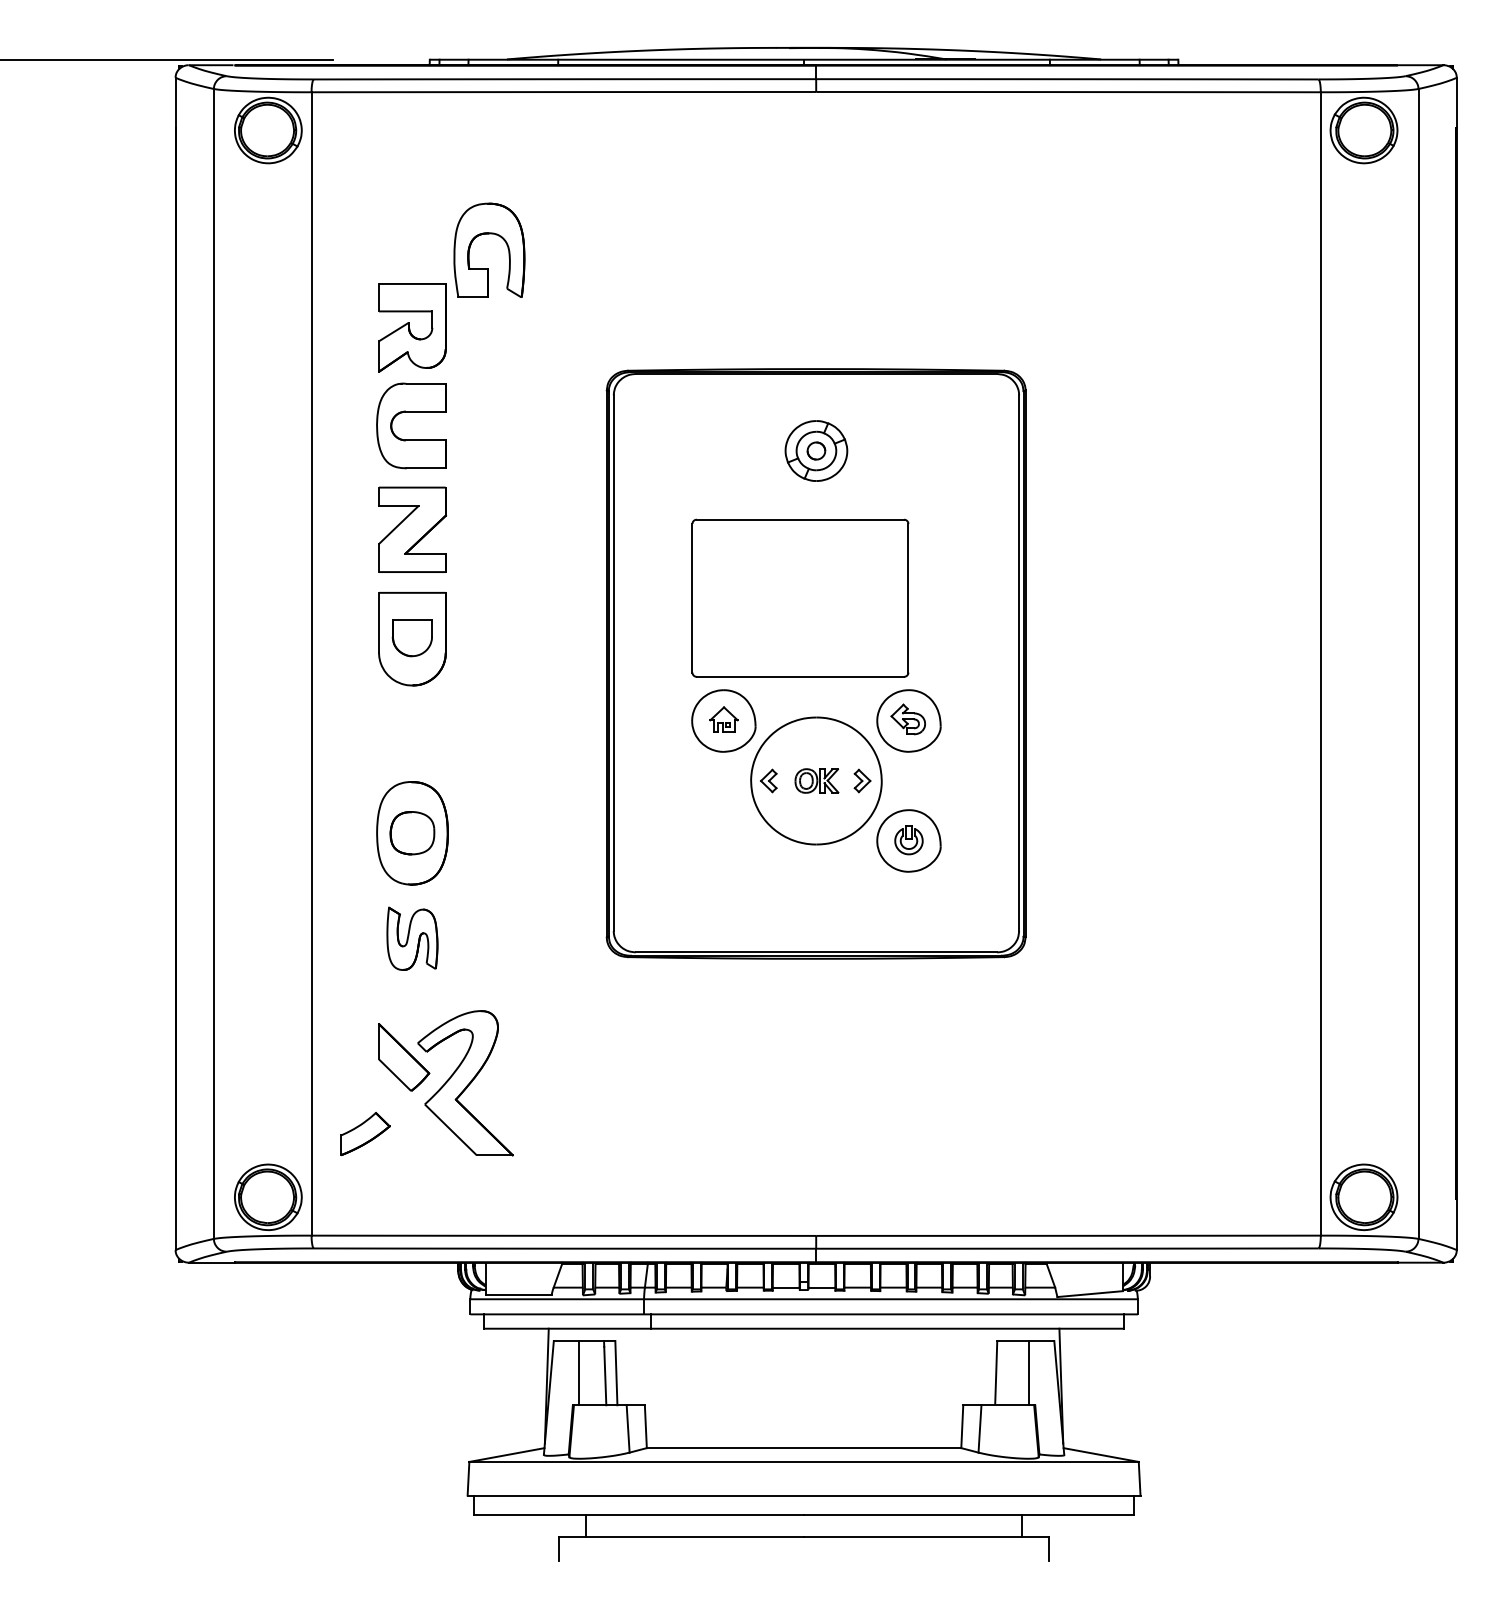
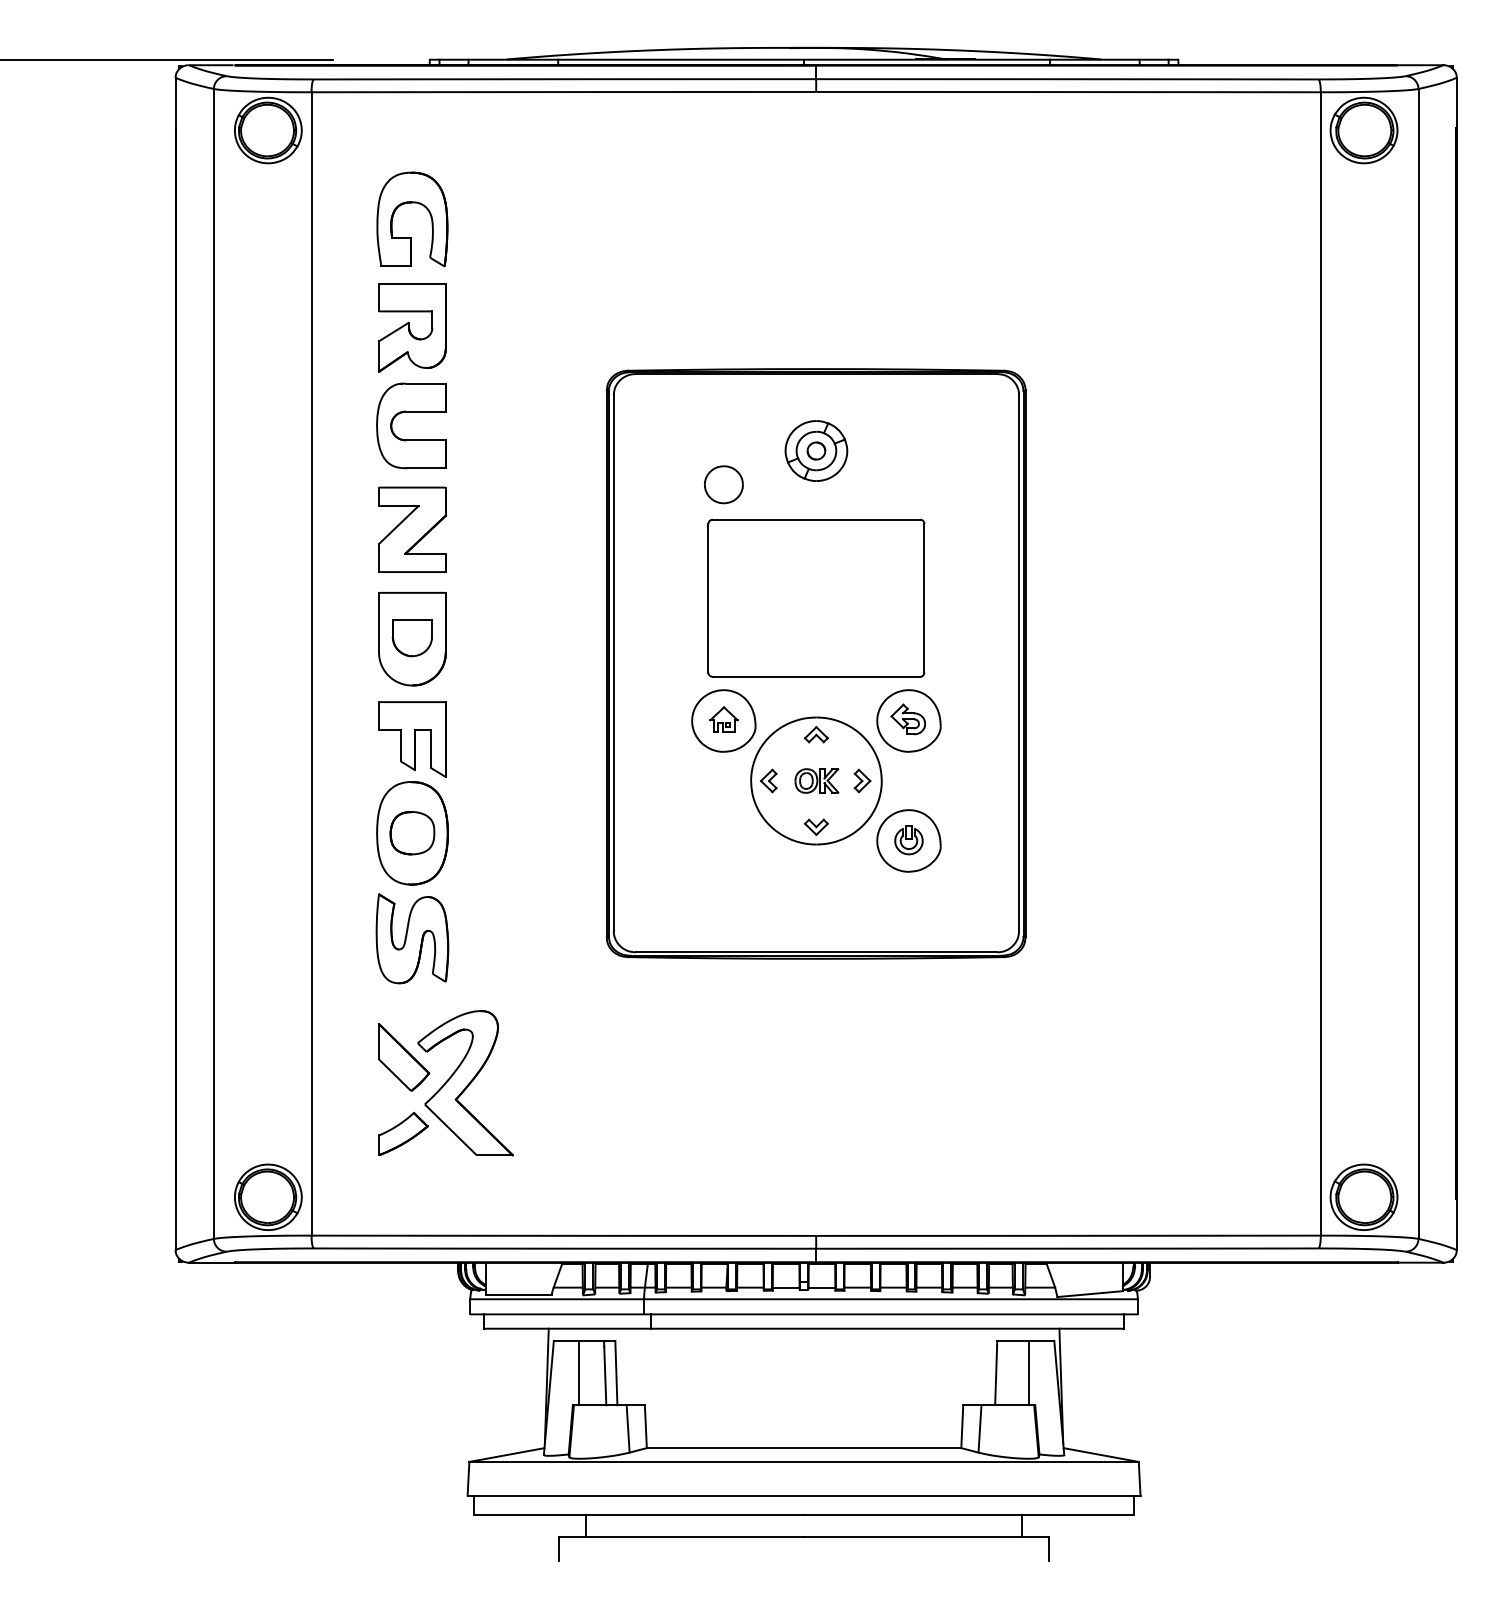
part at (489, 234) position: (489, 234) -> (412, 203)
part at (723, 484): none -> present
part at (800, 597) position: (800, 597) -> (816, 597)
part at (815, 734): none -> present
part at (412, 739): none -> present
part at (815, 826): none -> present
part at (412, 938) size: 53x65 px -> 75x92 px
part at (365, 1133) position: (365, 1133) -> (403, 1133)
